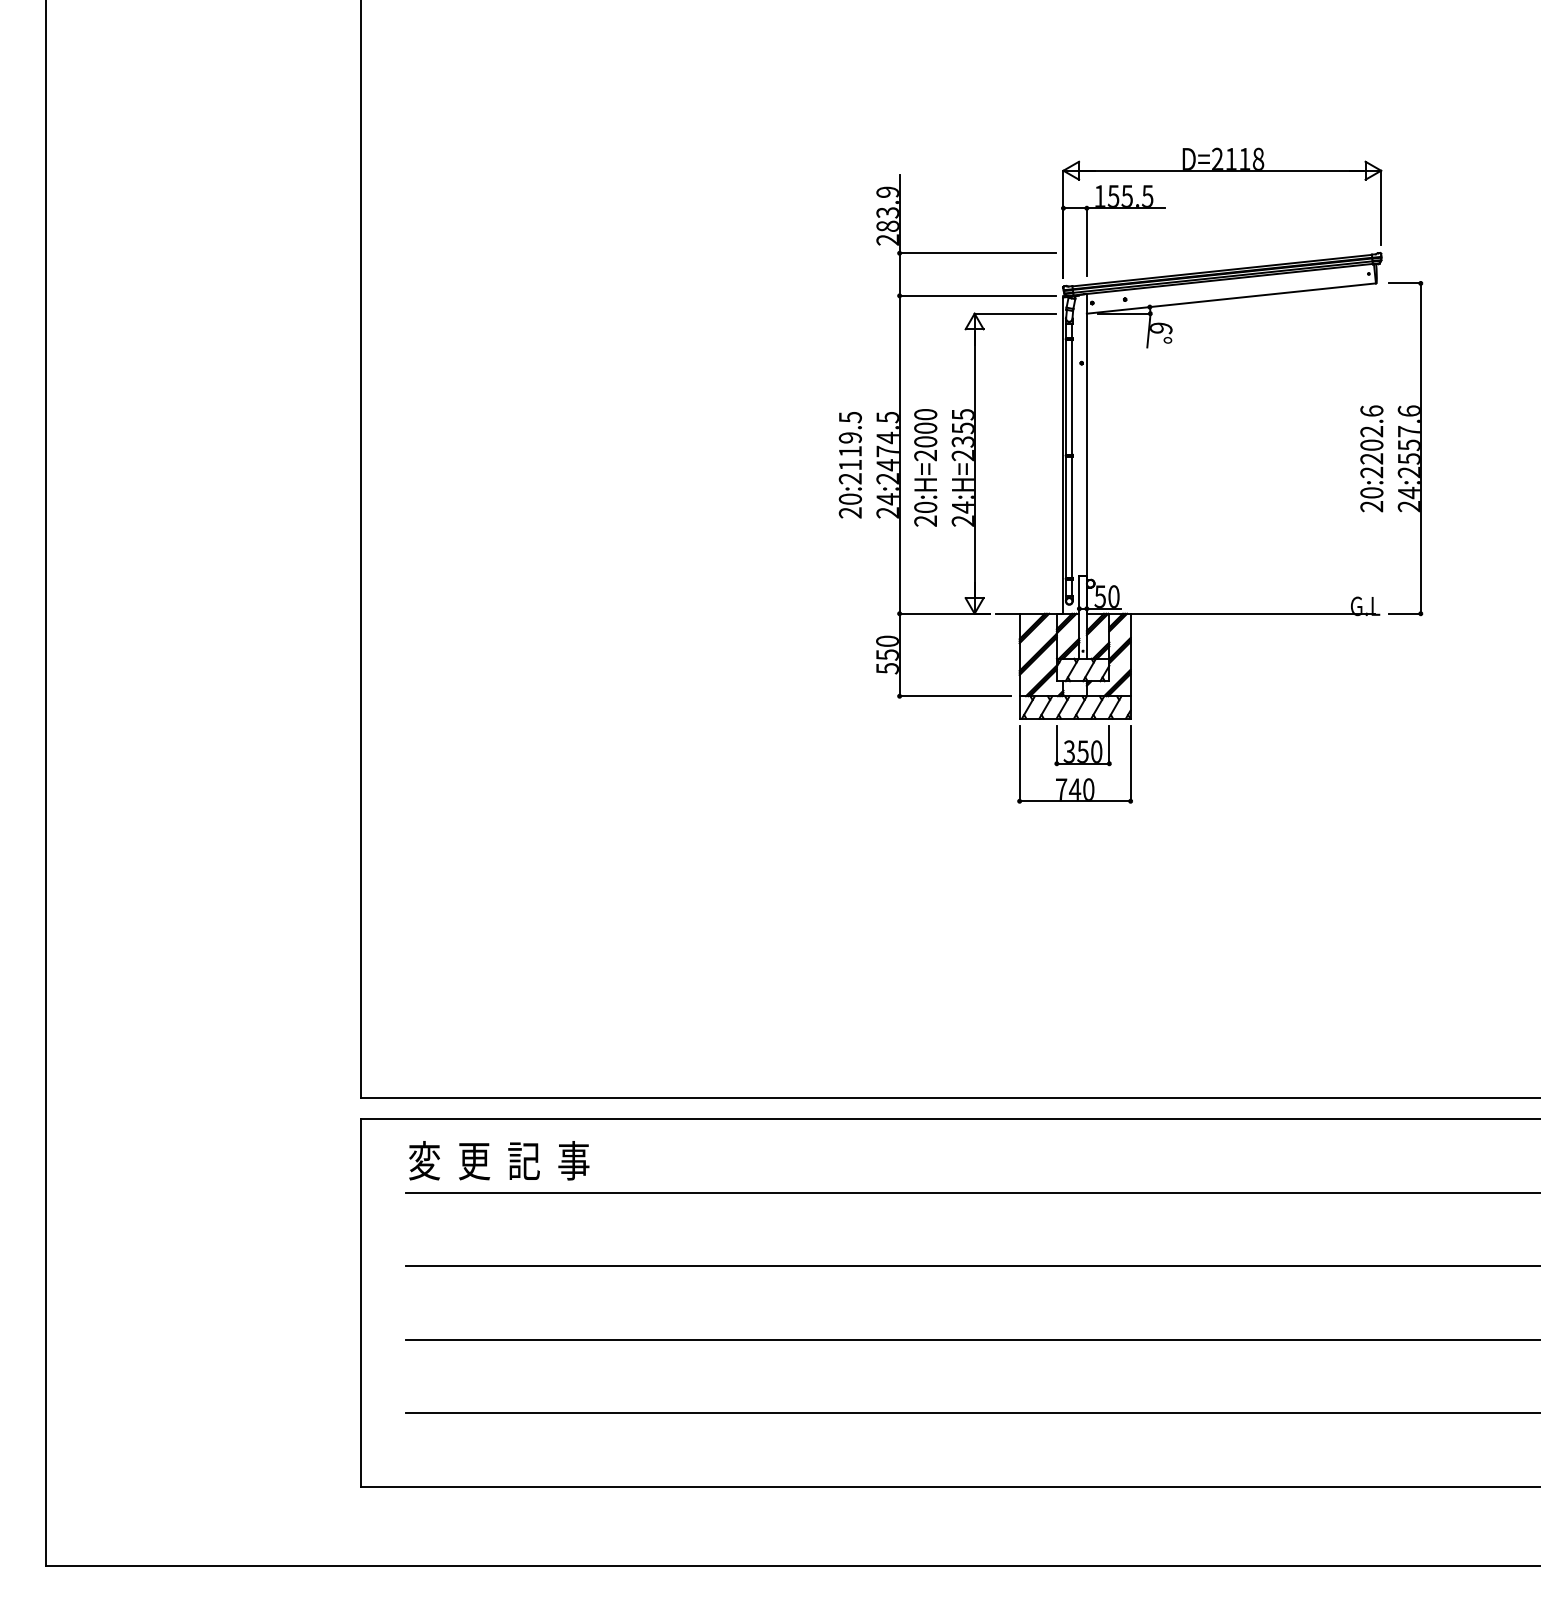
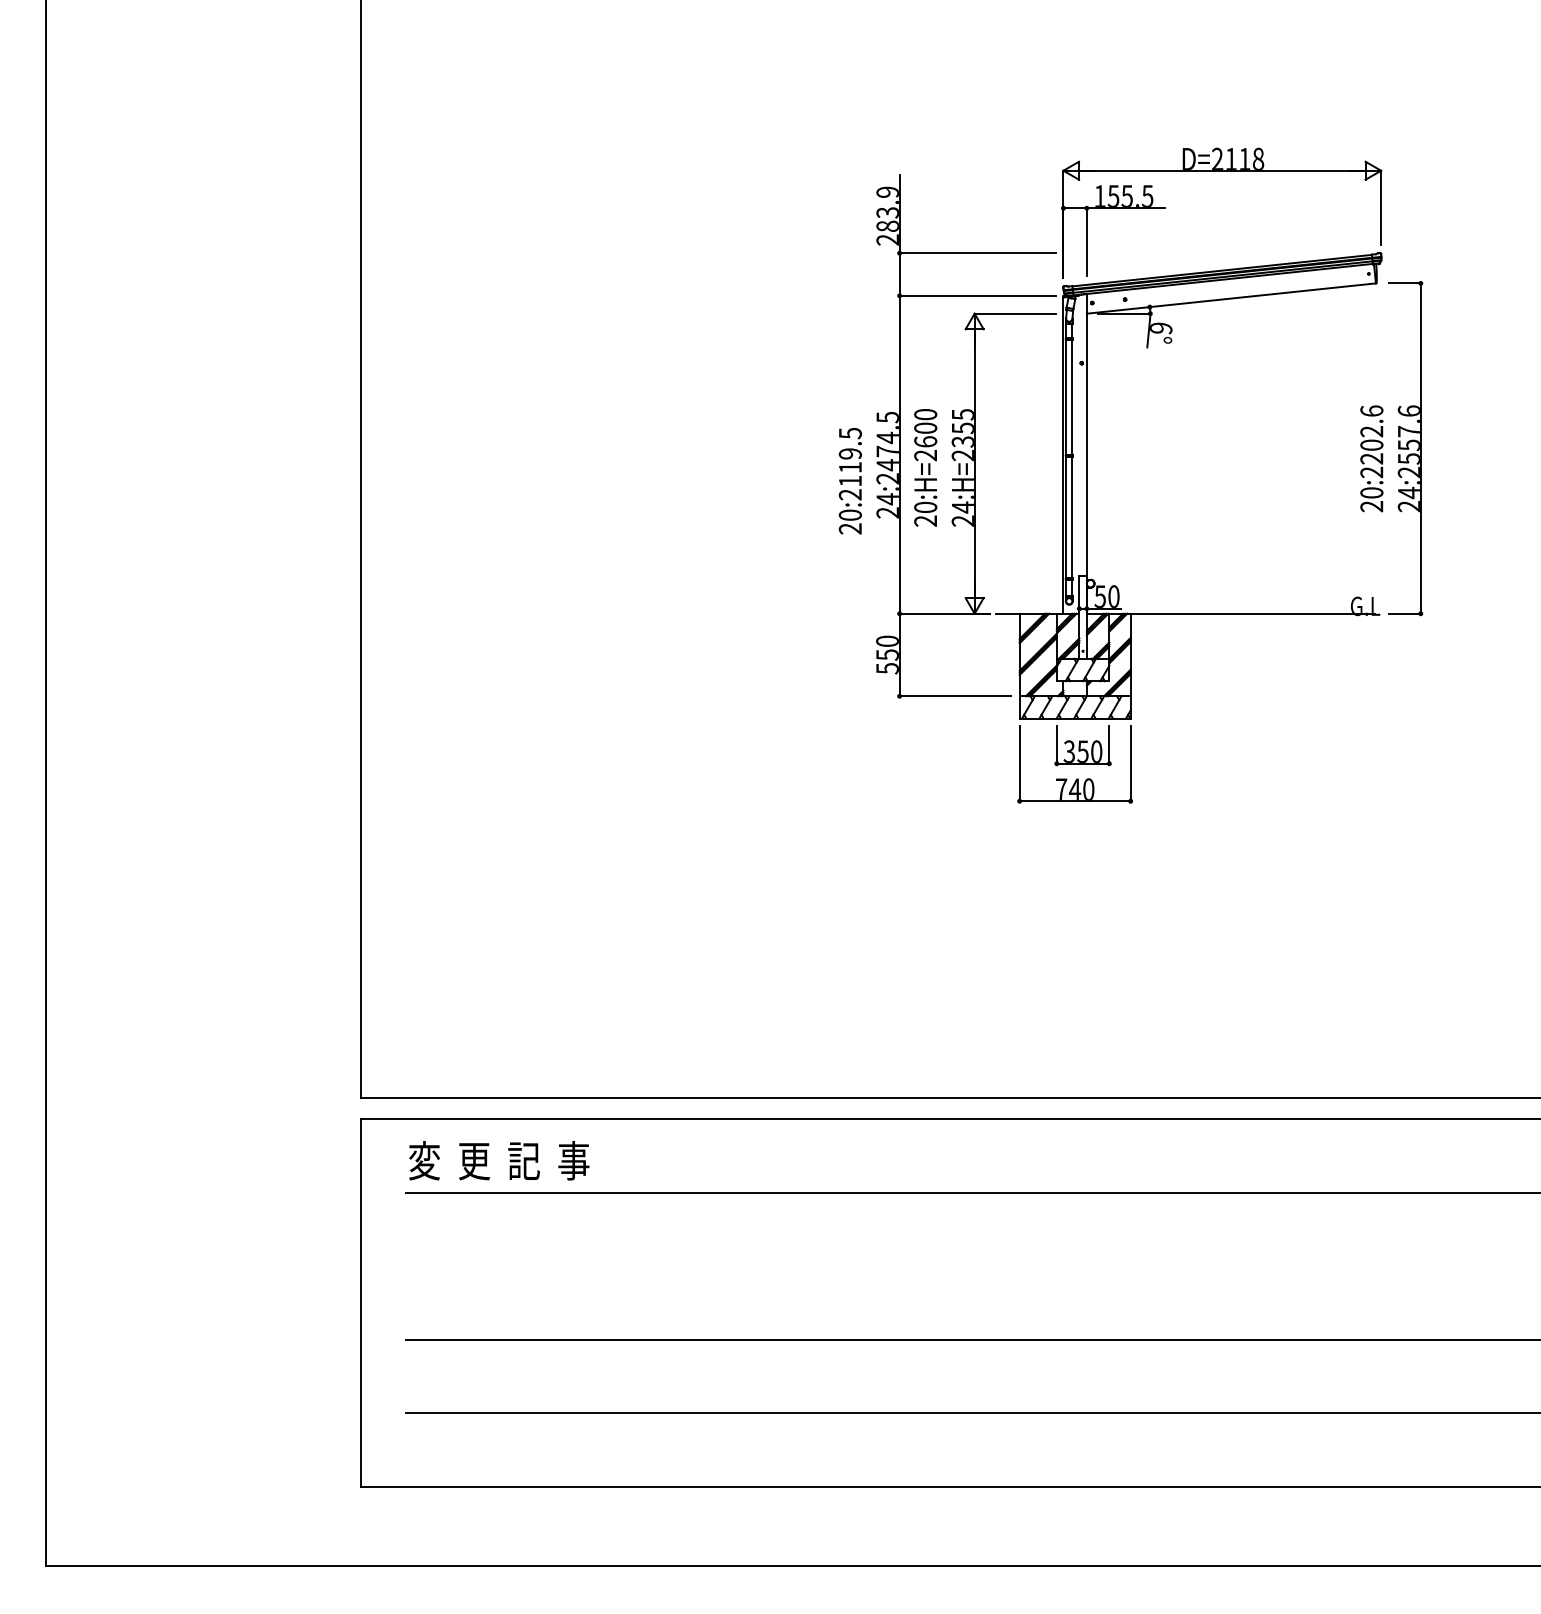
text at (925, 441): 20:H=2000 -> 20:H=2600
text at (849, 465) position: (849, 465) -> (849, 481)
line at (971, 1266): present -> none
